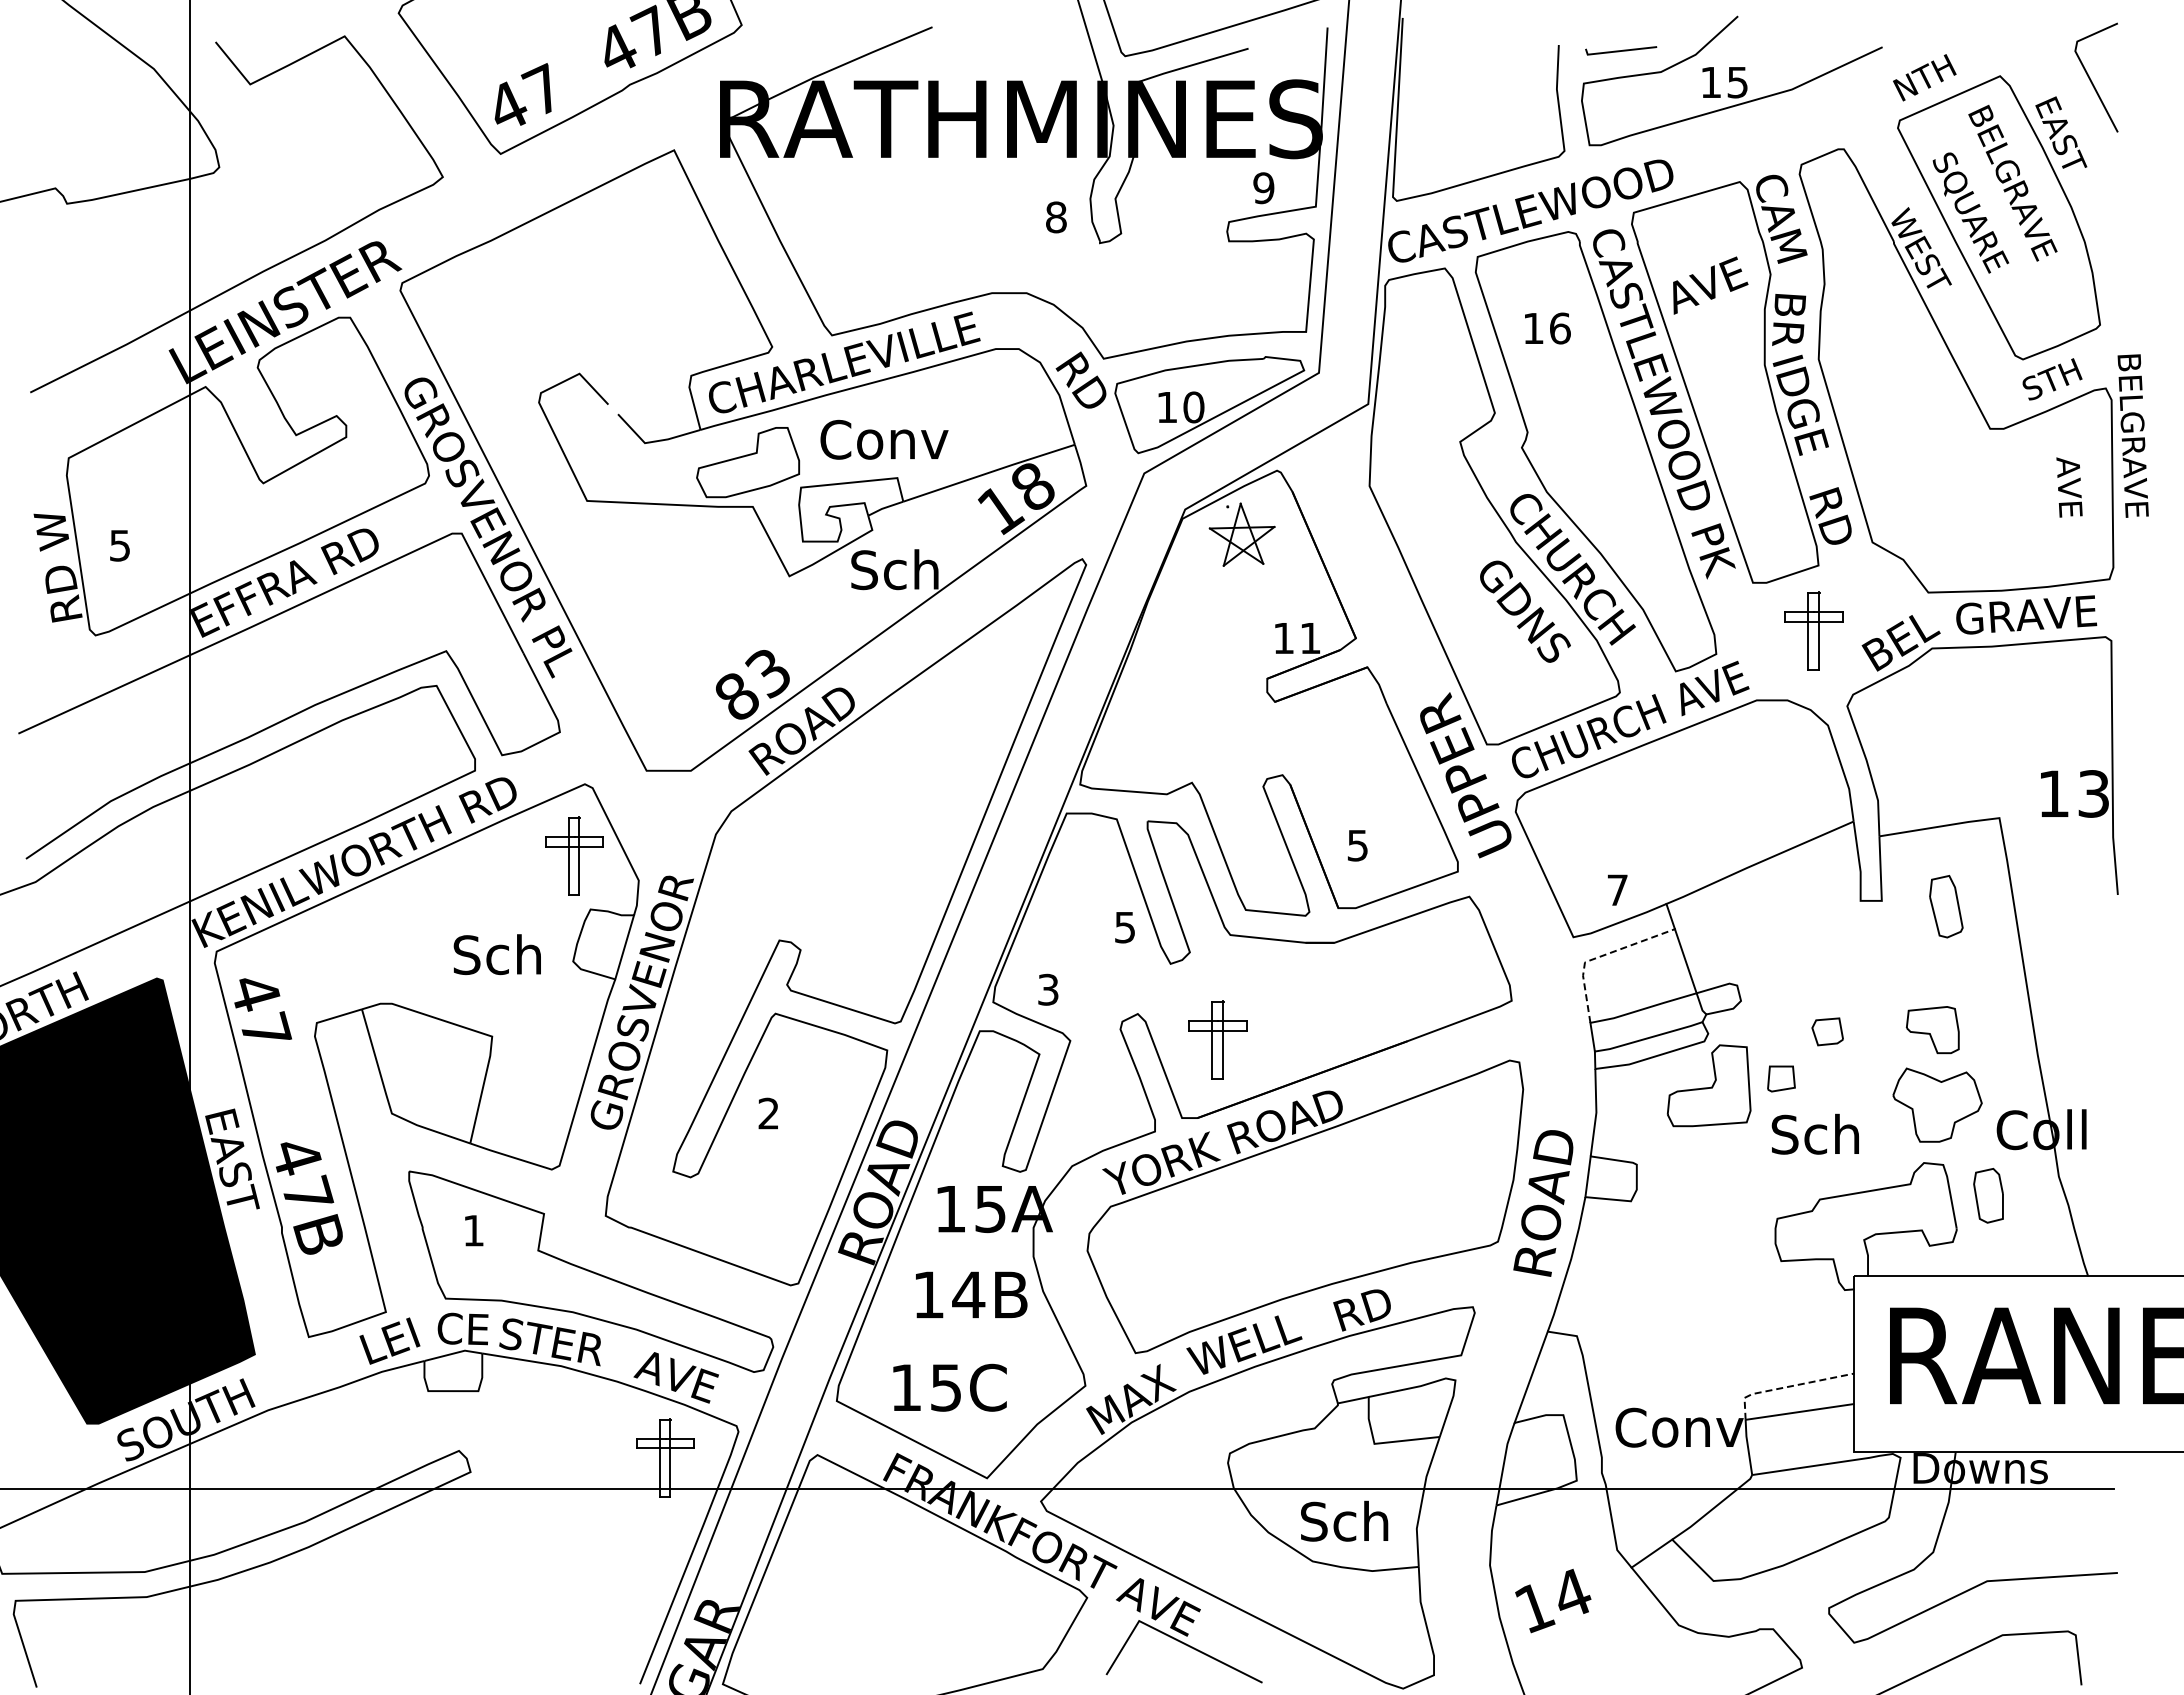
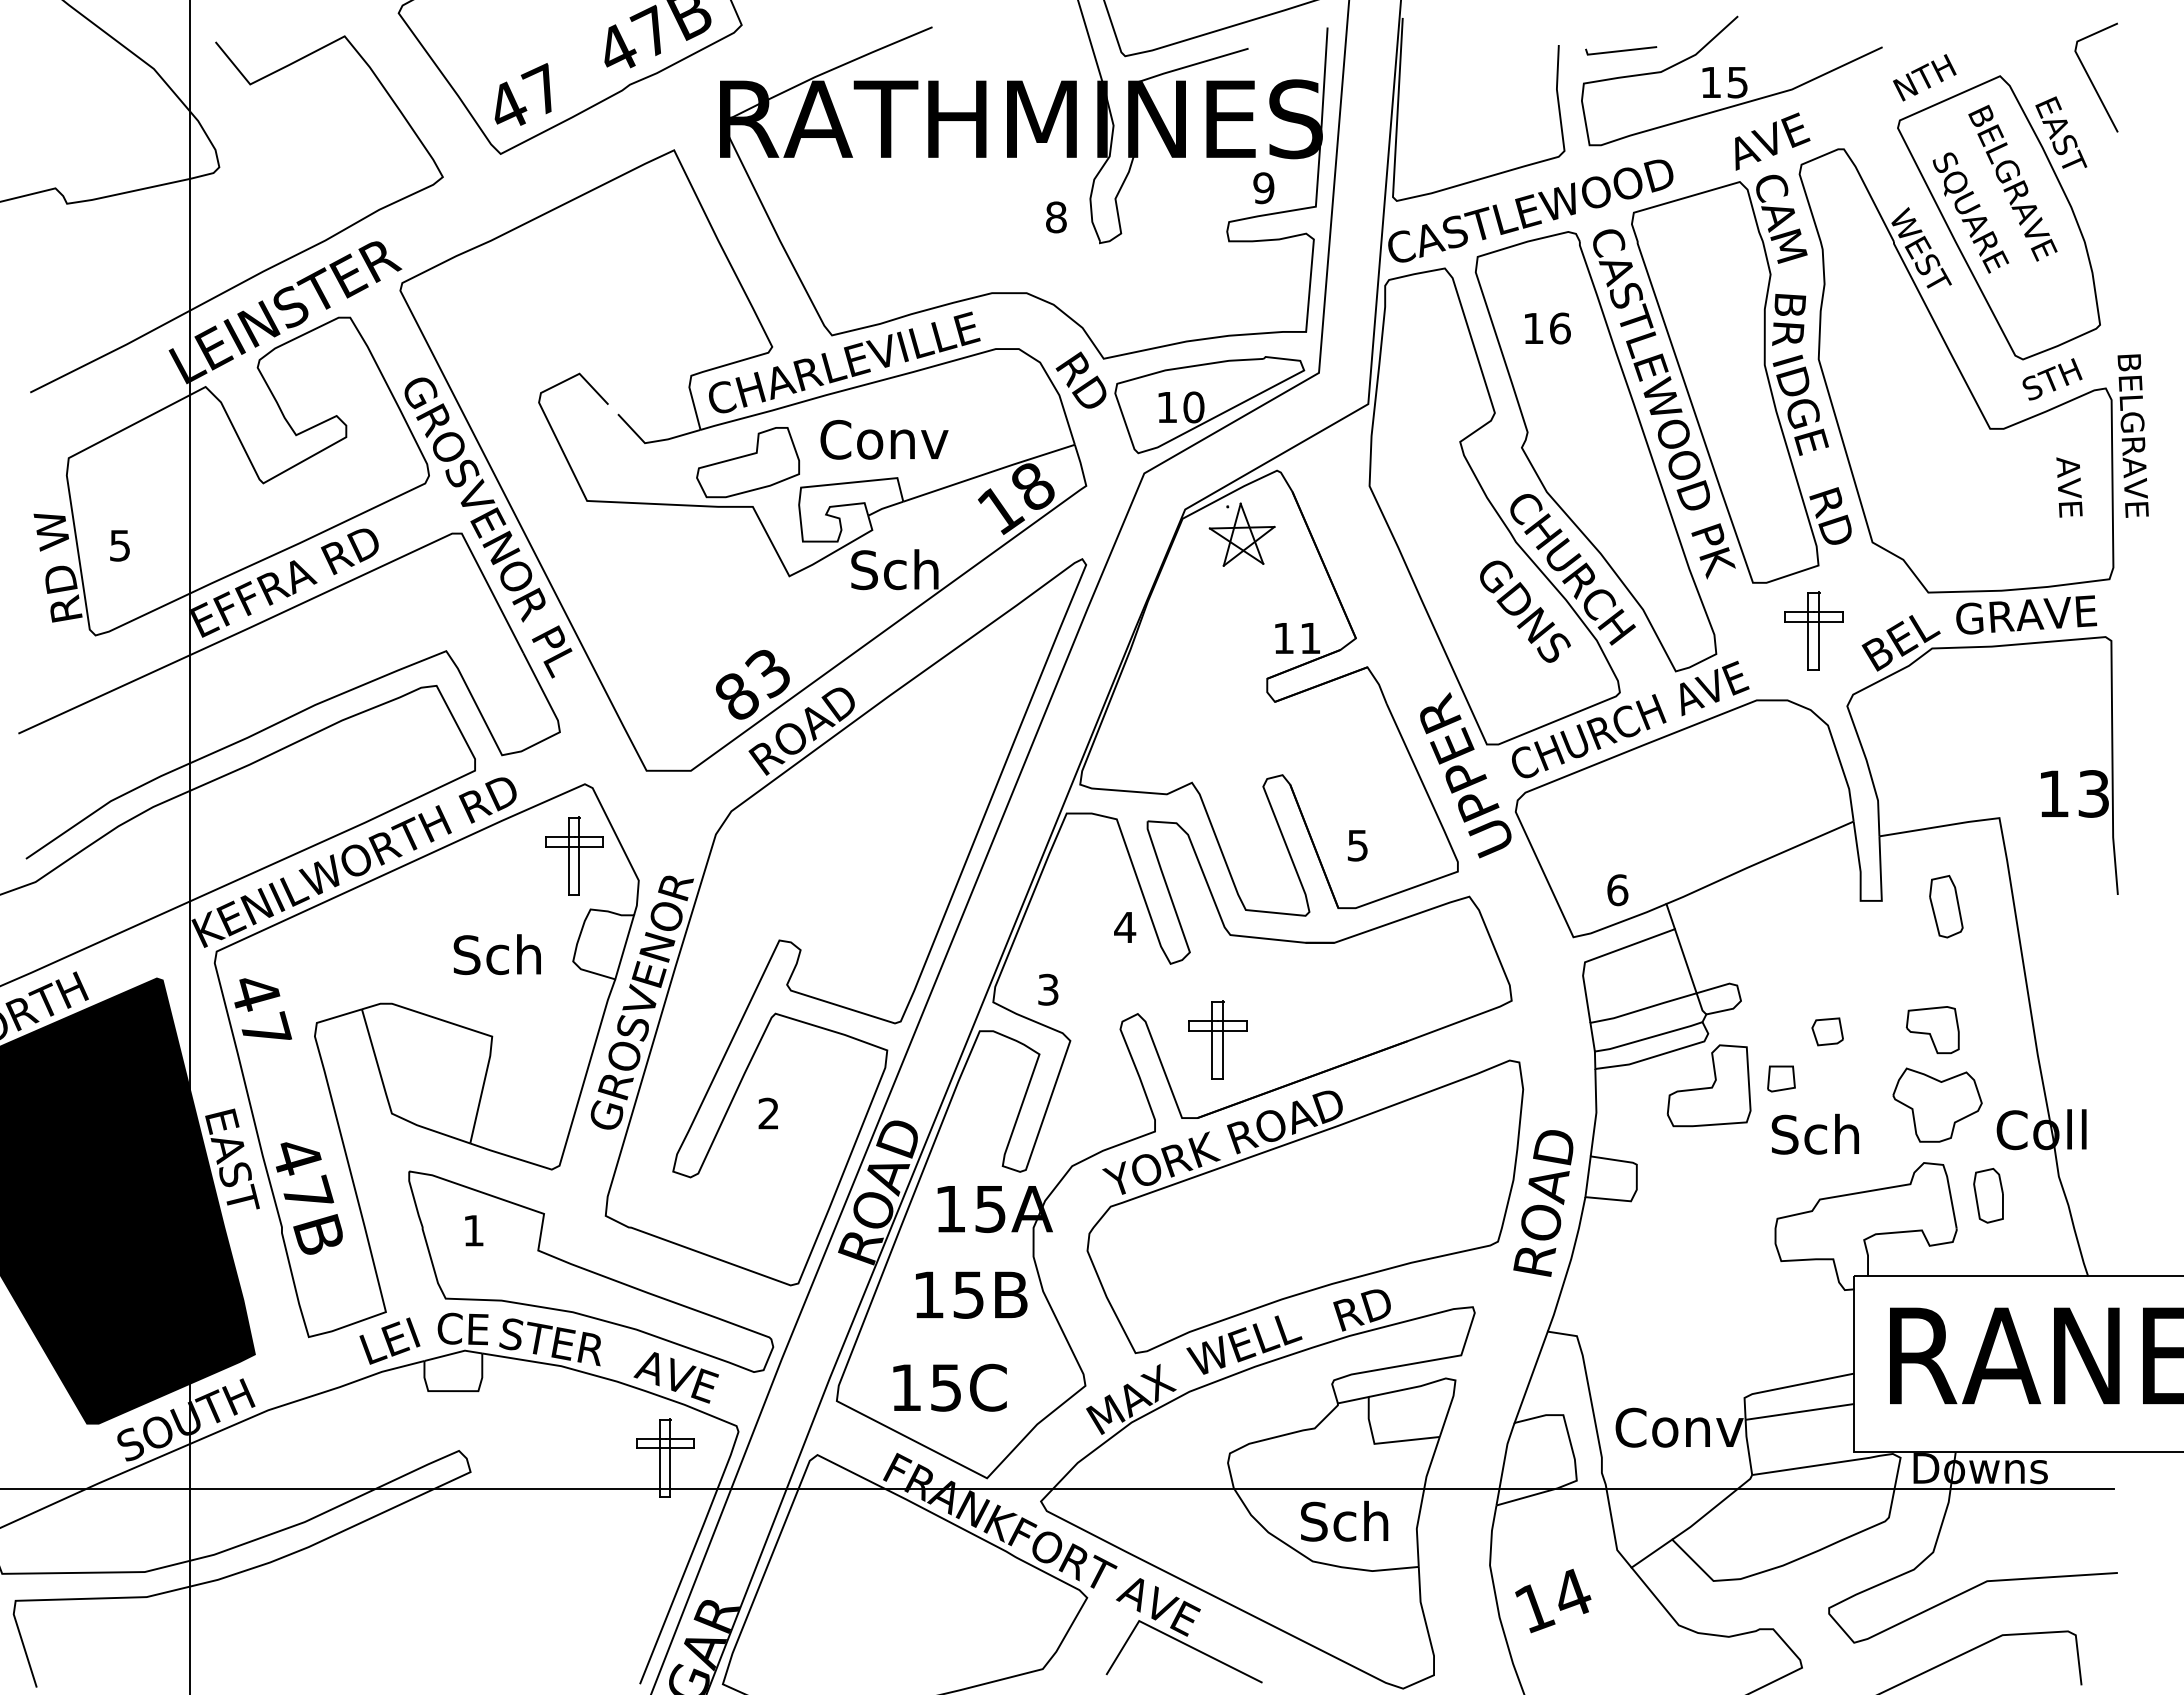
text at (1710, 285) position: (1710, 285) -> (1772, 141)
text at (1617, 890): 7 -> 6
text at (1125, 927): 5 -> 4
line at (1599, 956): dashed -> solid
text at (968, 1294): 14B -> 15B
line at (1787, 1387): dashed -> solid
